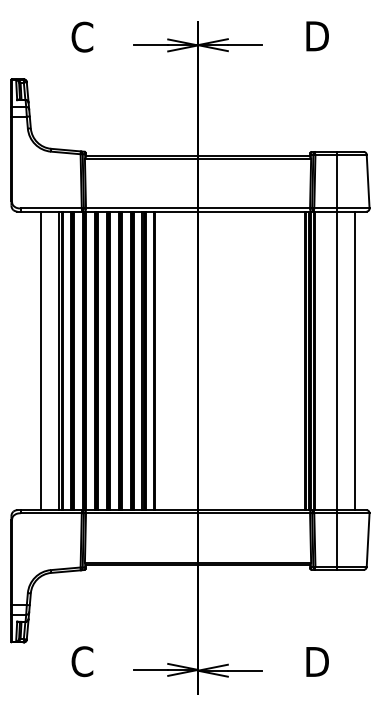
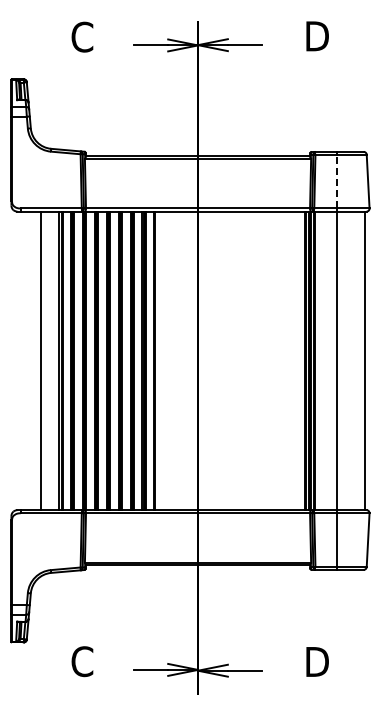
line at (336, 181): solid -> dashed
line at (354, 360) position: (354, 360) -> (364, 360)
